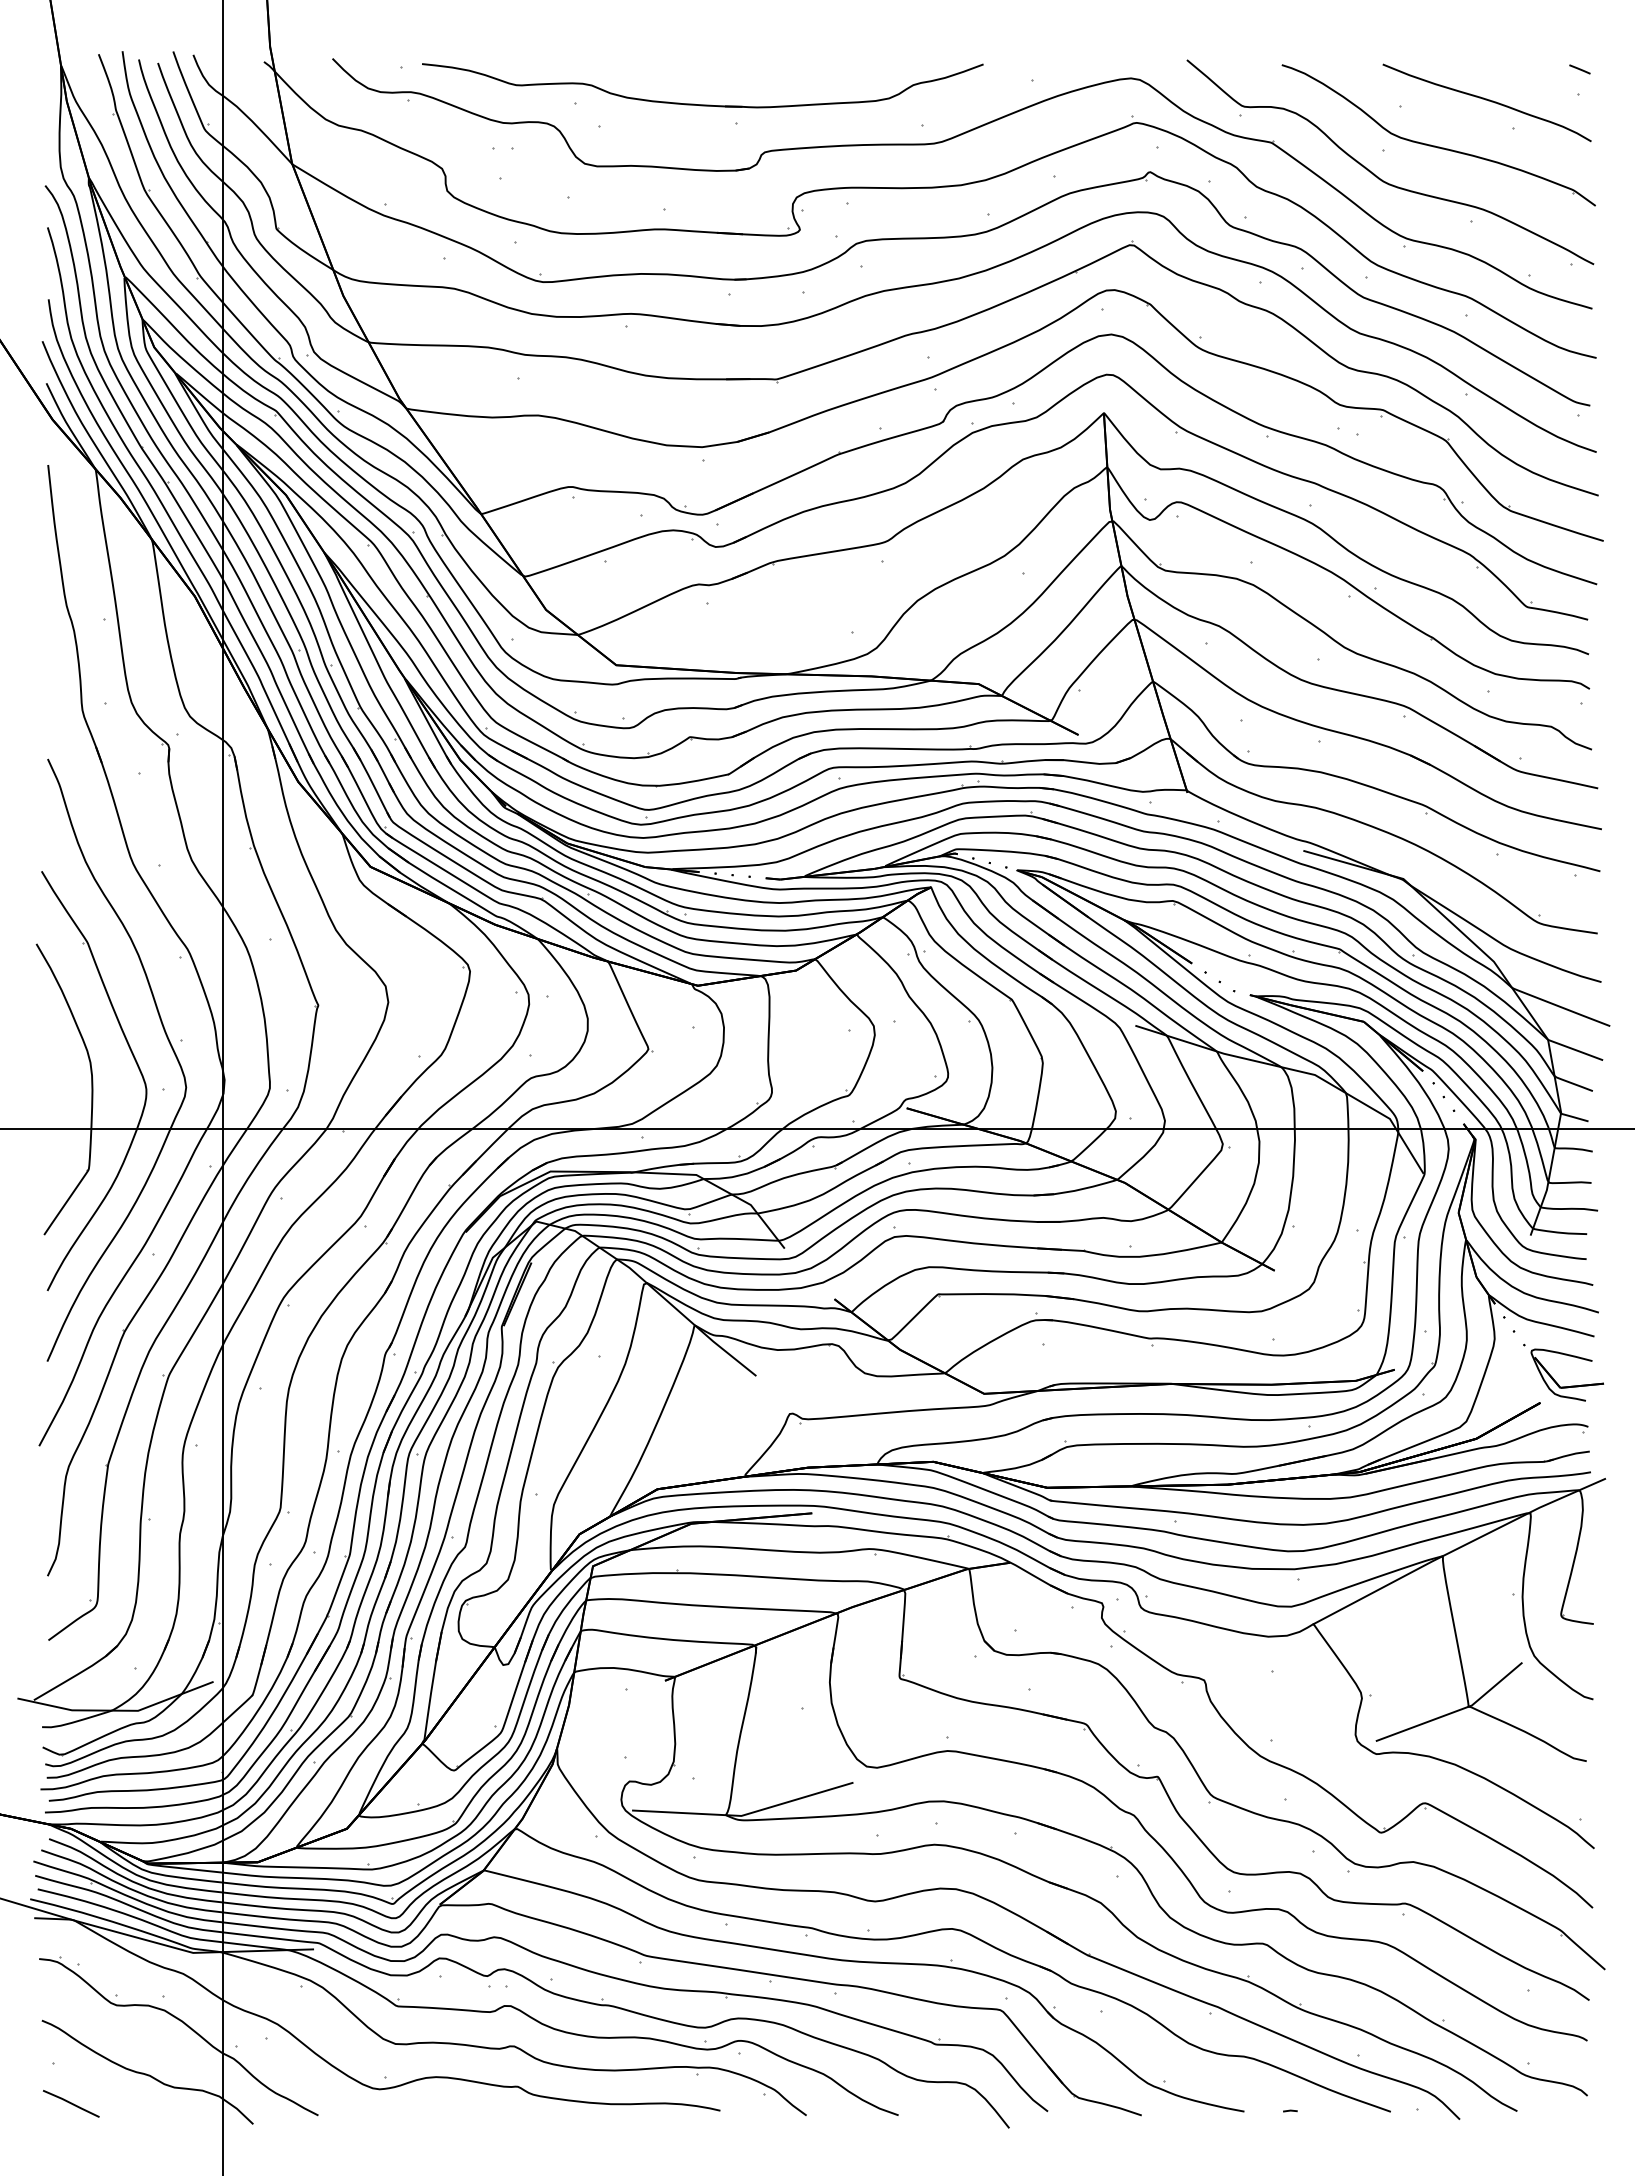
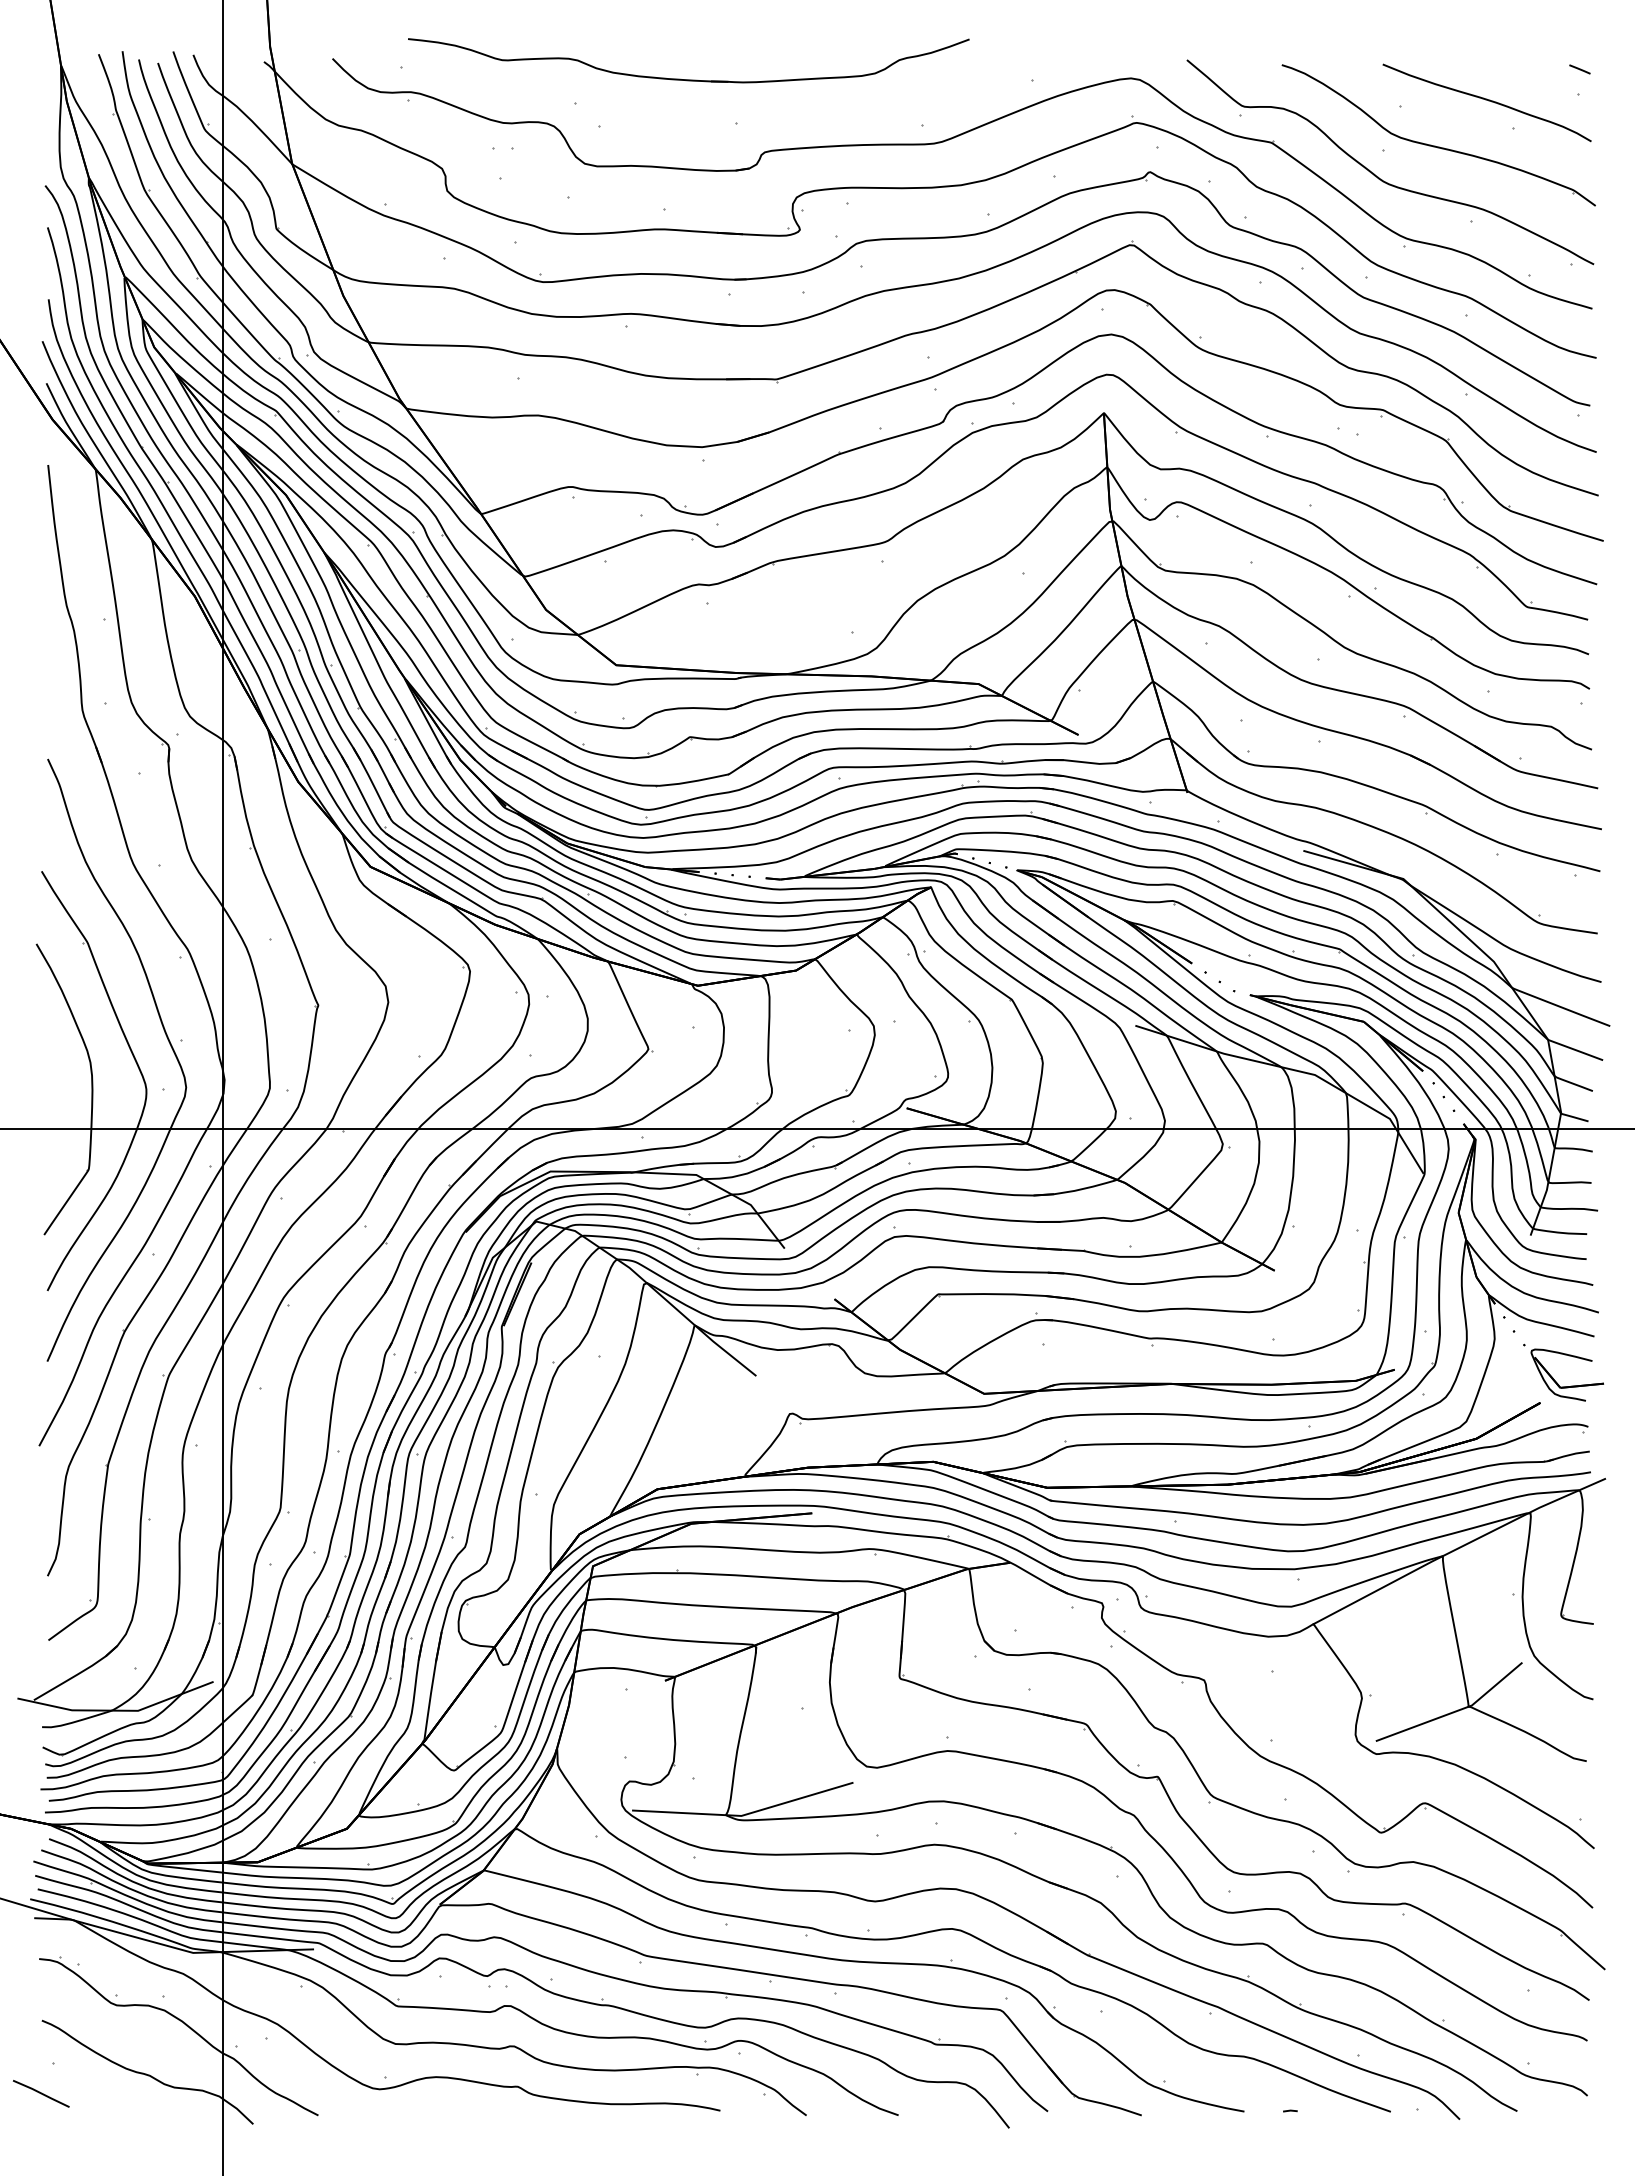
part at (702, 104) position: (702, 104) -> (688, 79)
line at (71, 2103) position: (71, 2103) -> (41, 2093)
